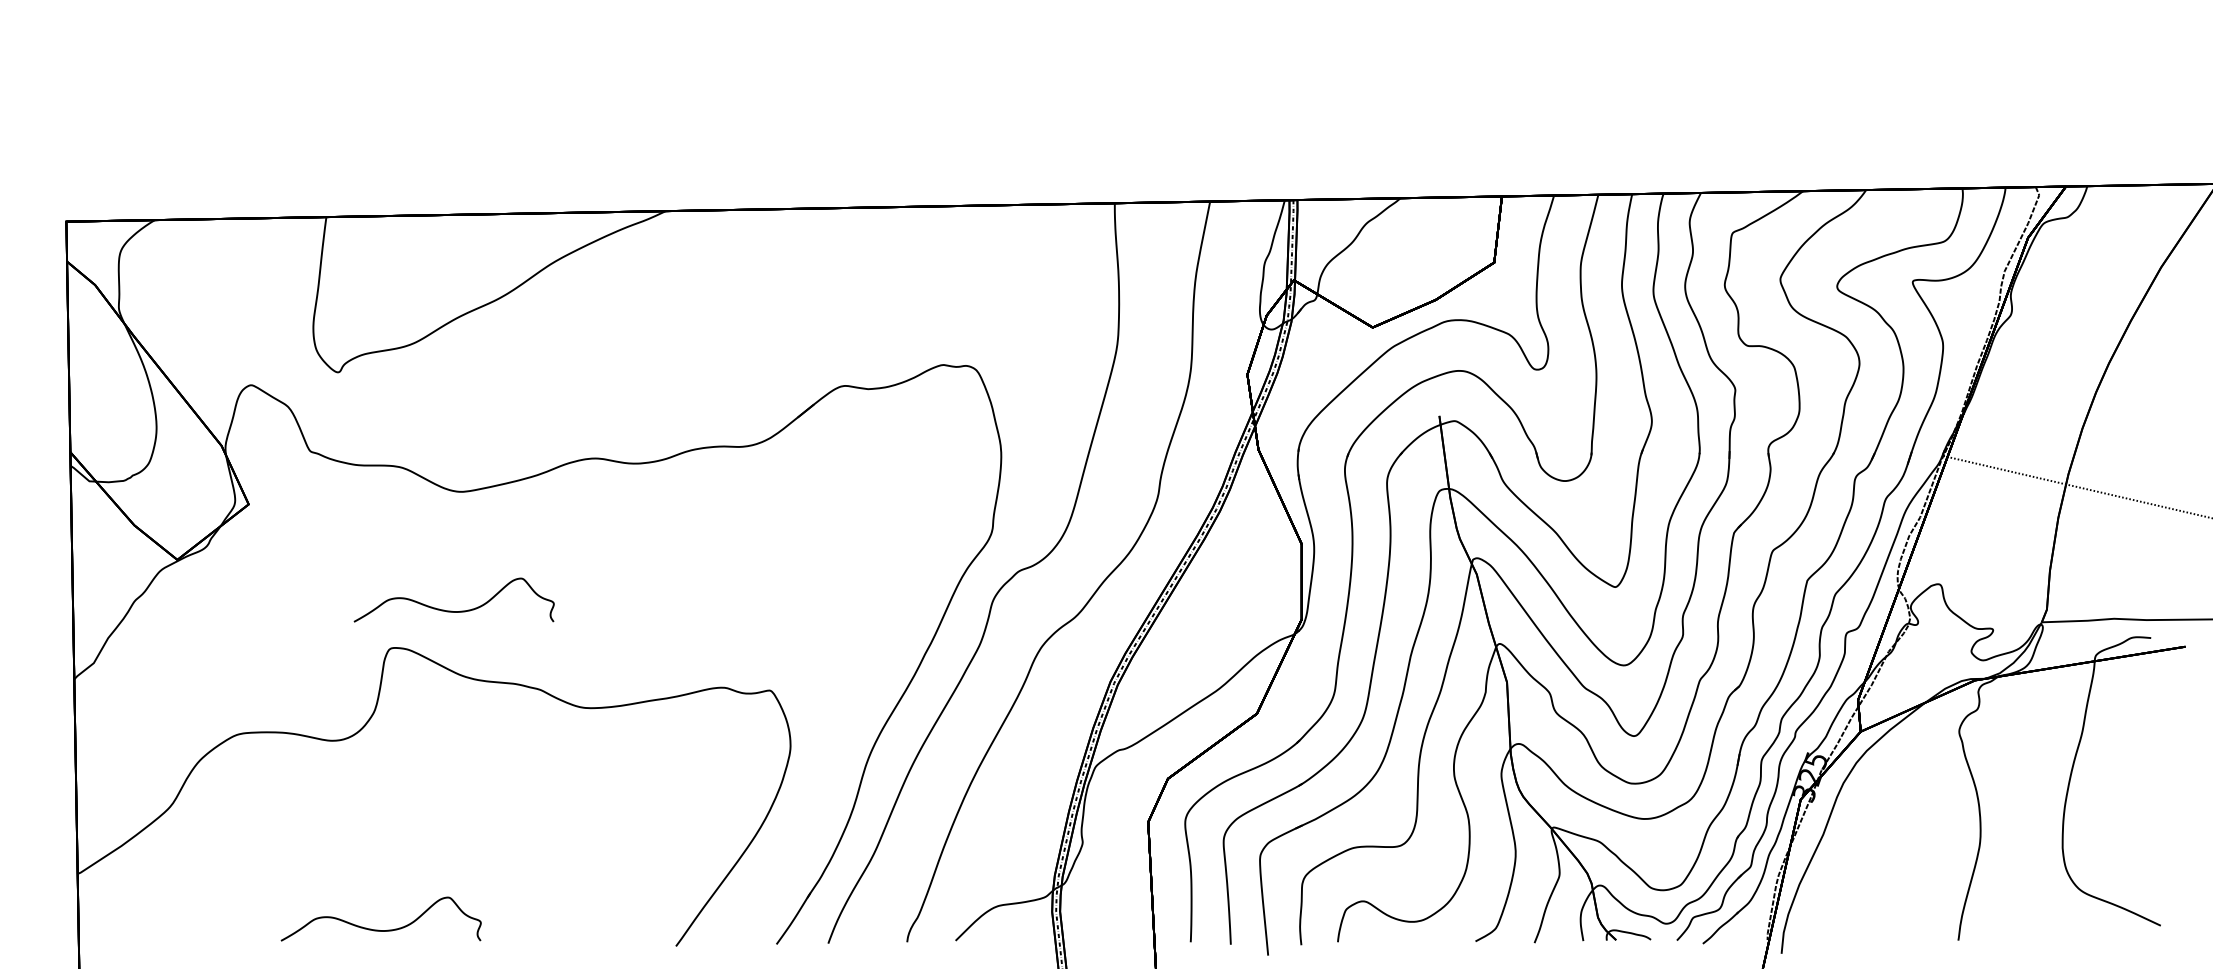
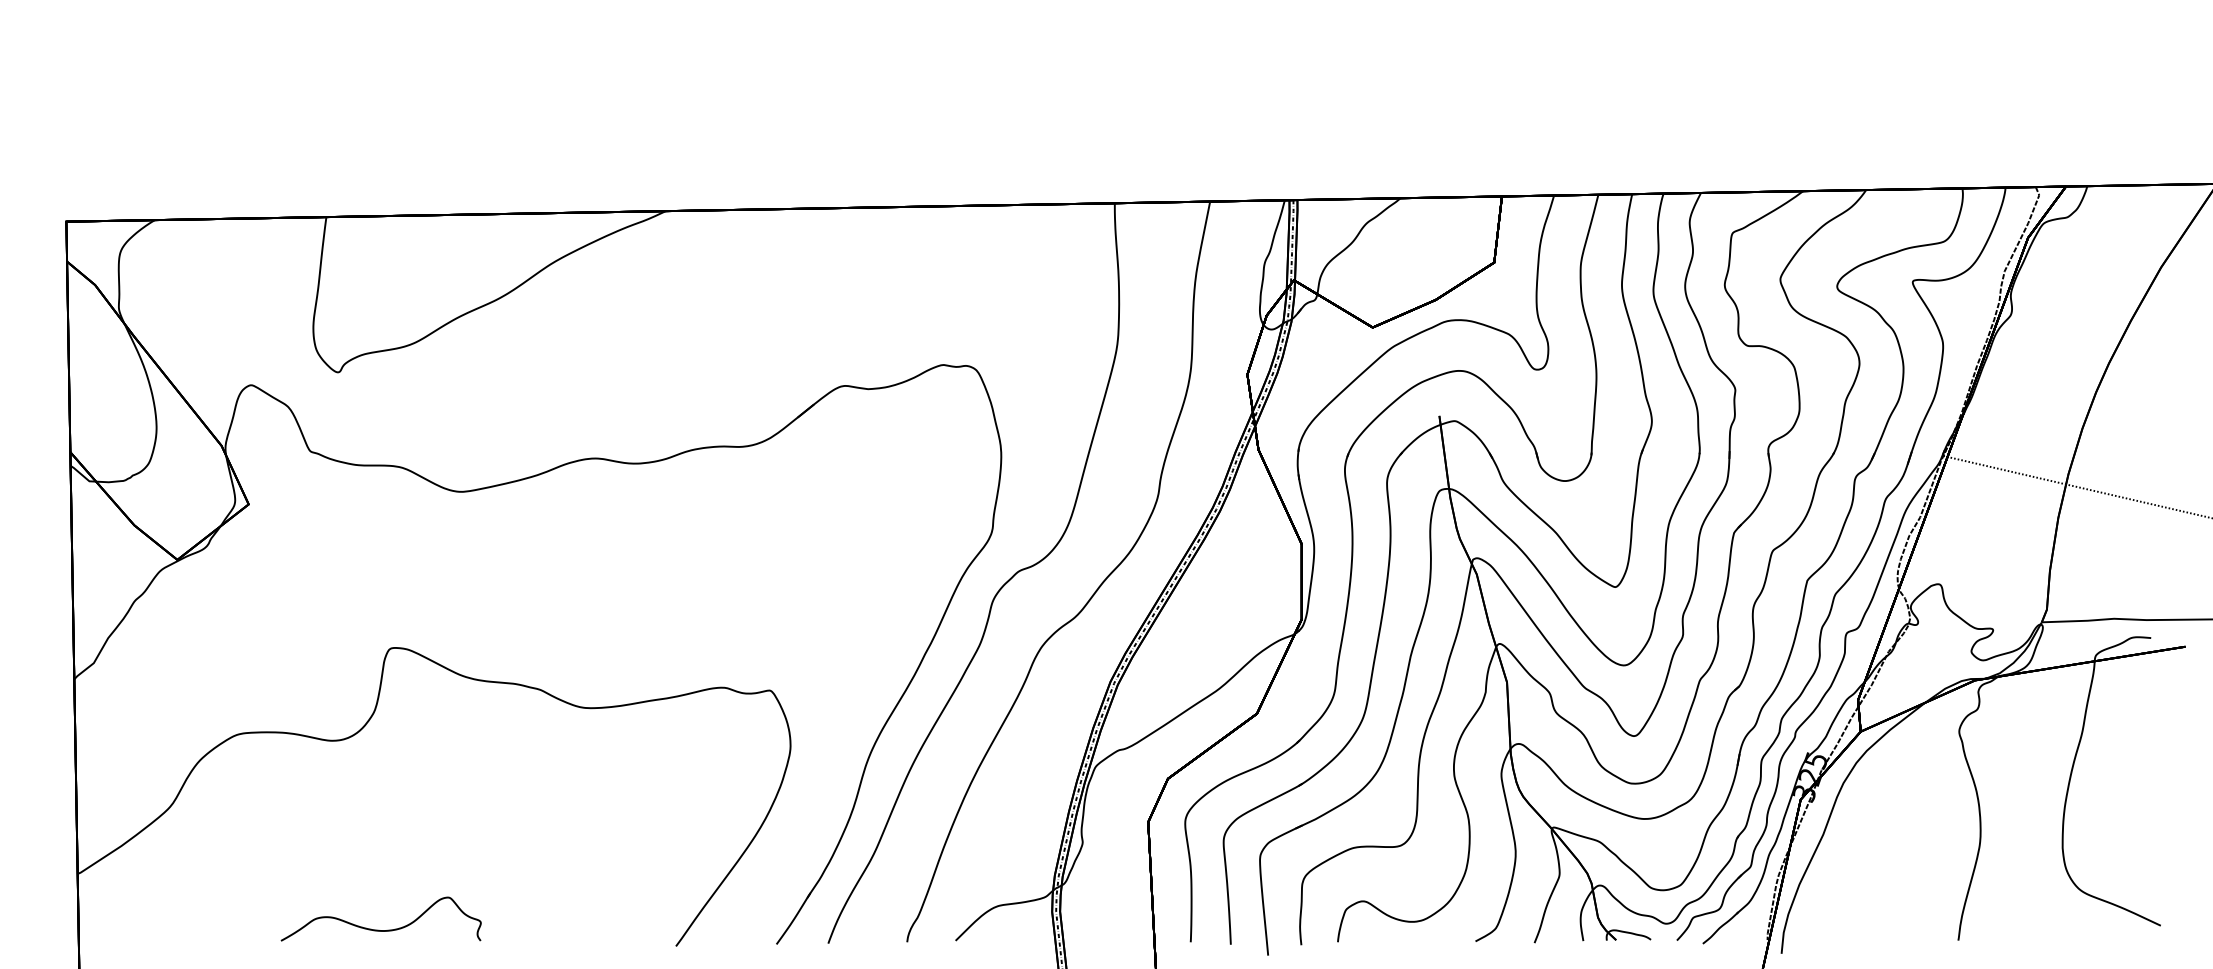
curve at (451, 610): present -> none
